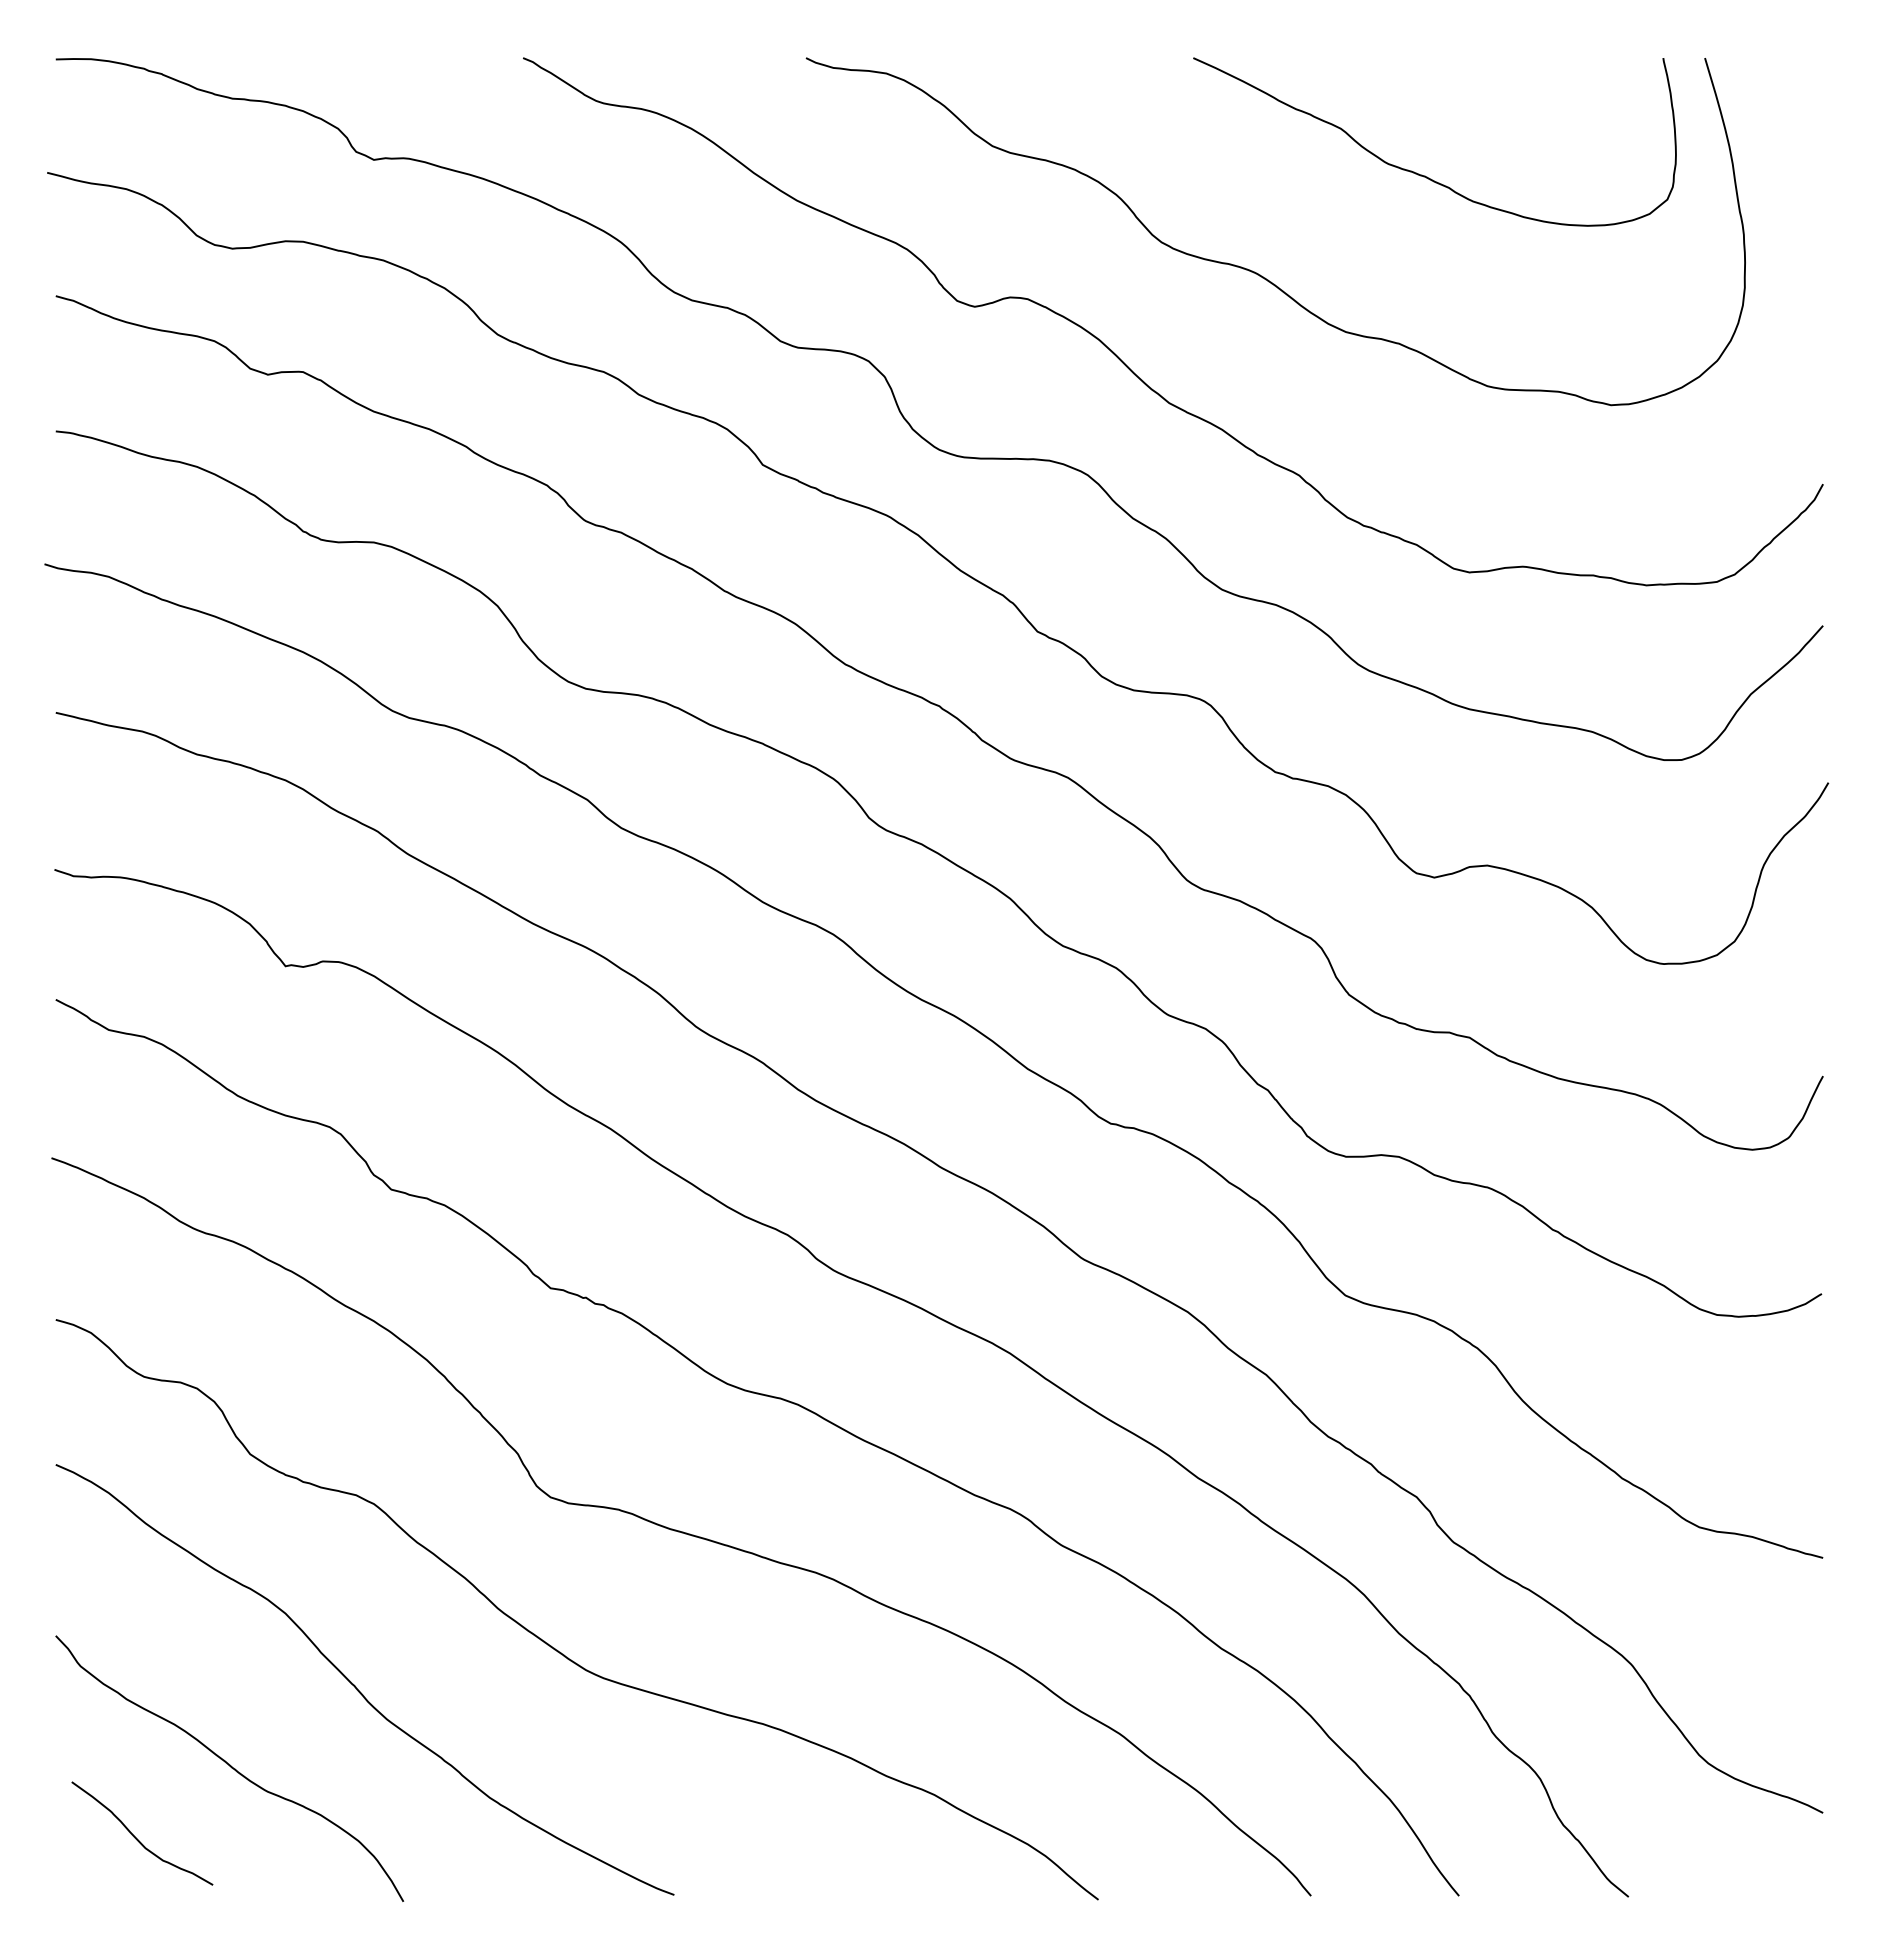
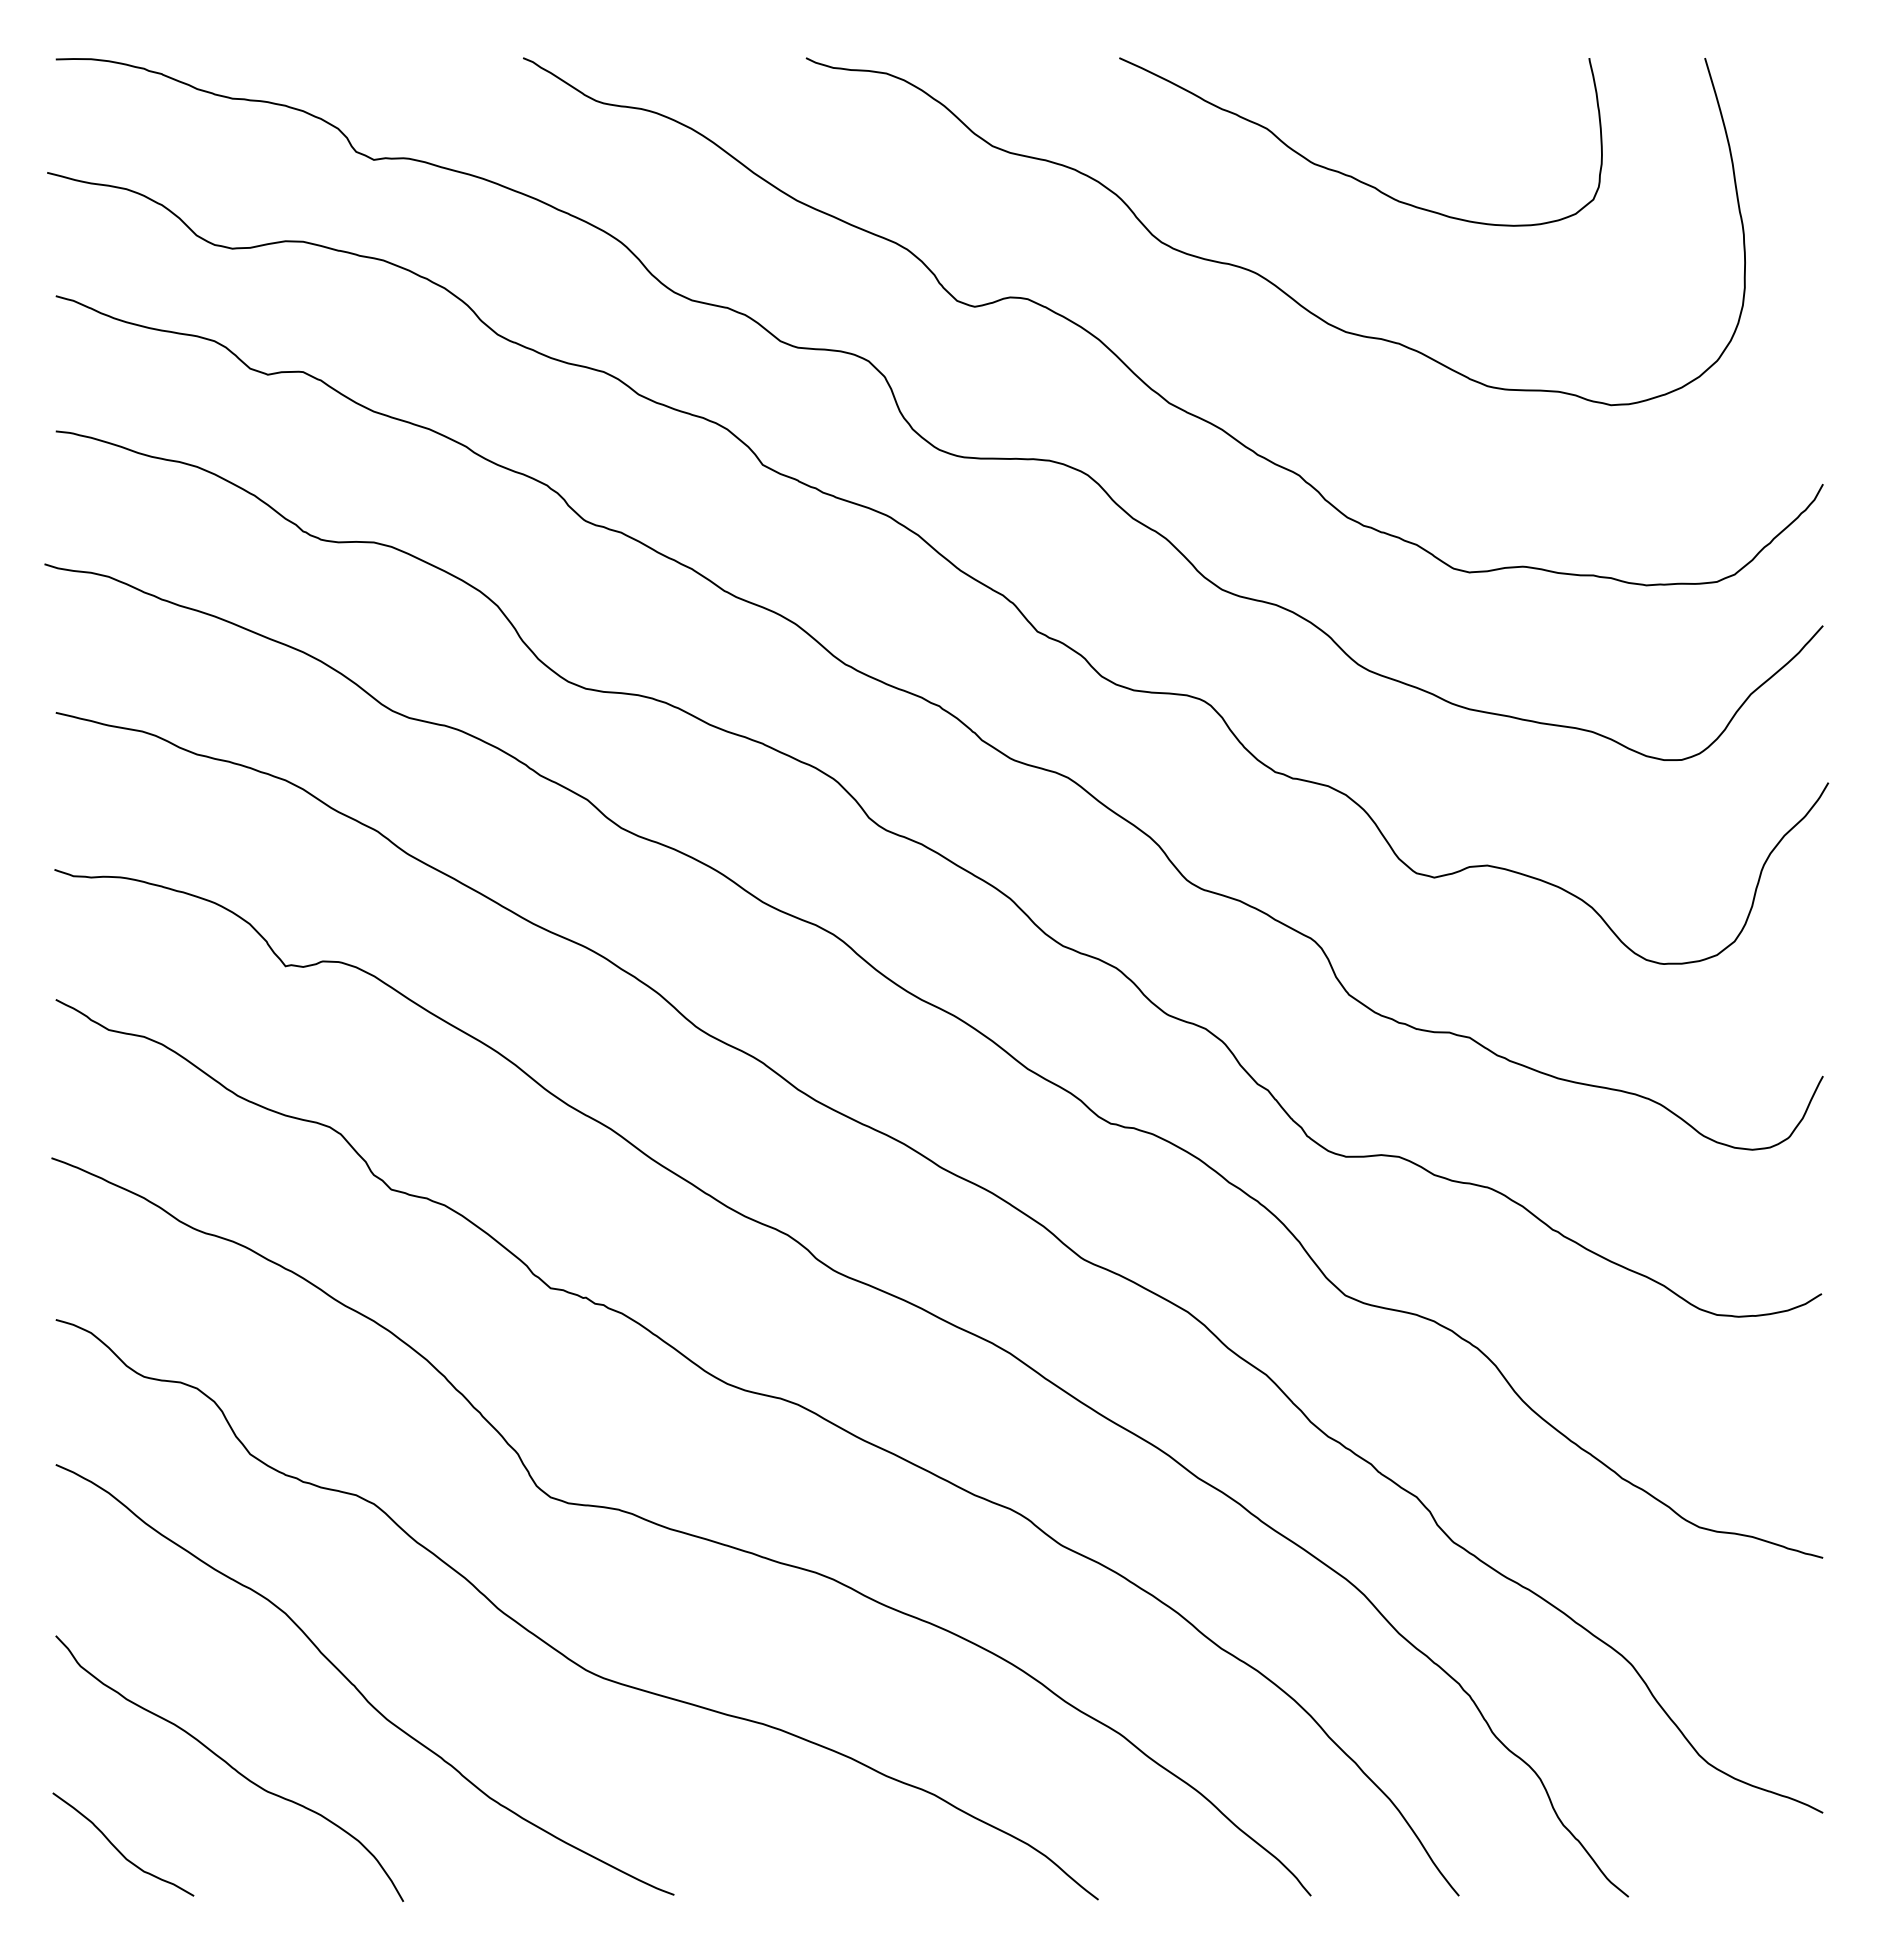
curve at (1422, 174) position: (1422, 174) -> (1348, 174)
curve at (137, 1838) position: (137, 1838) -> (118, 1849)
